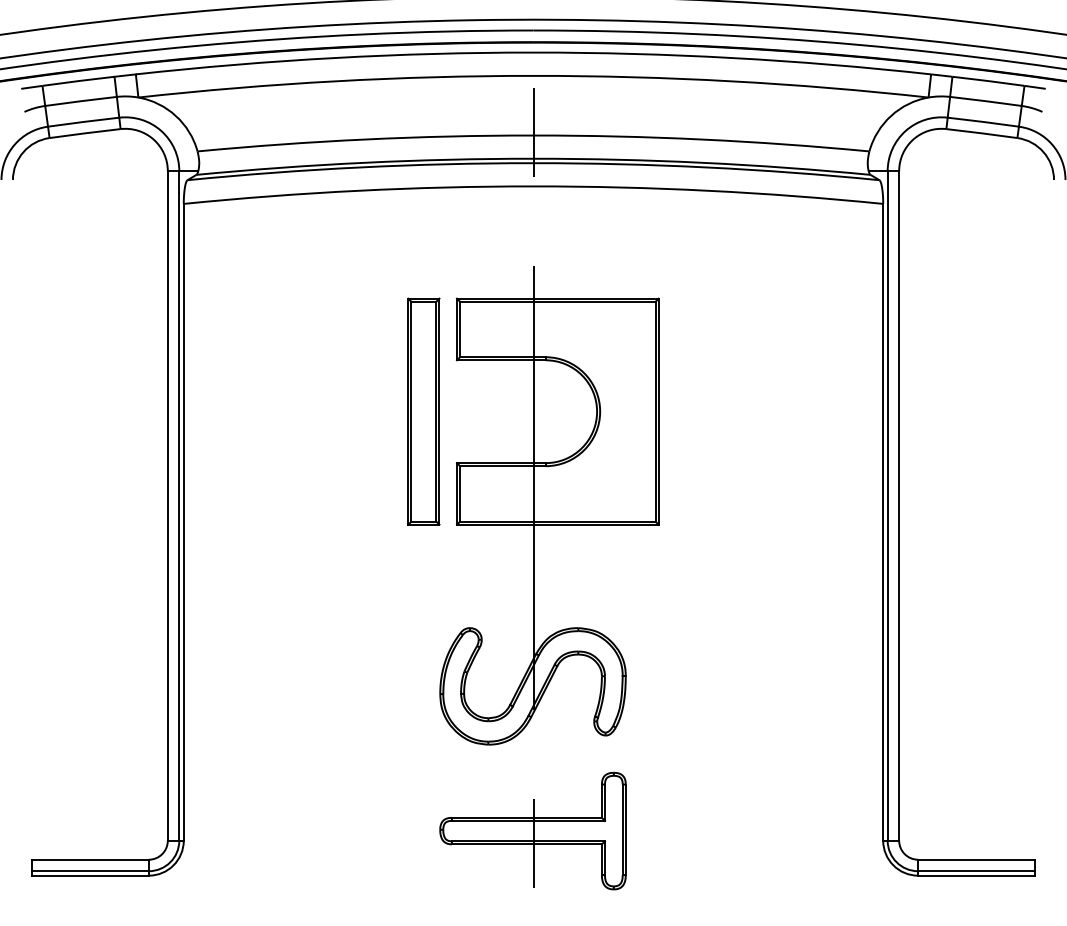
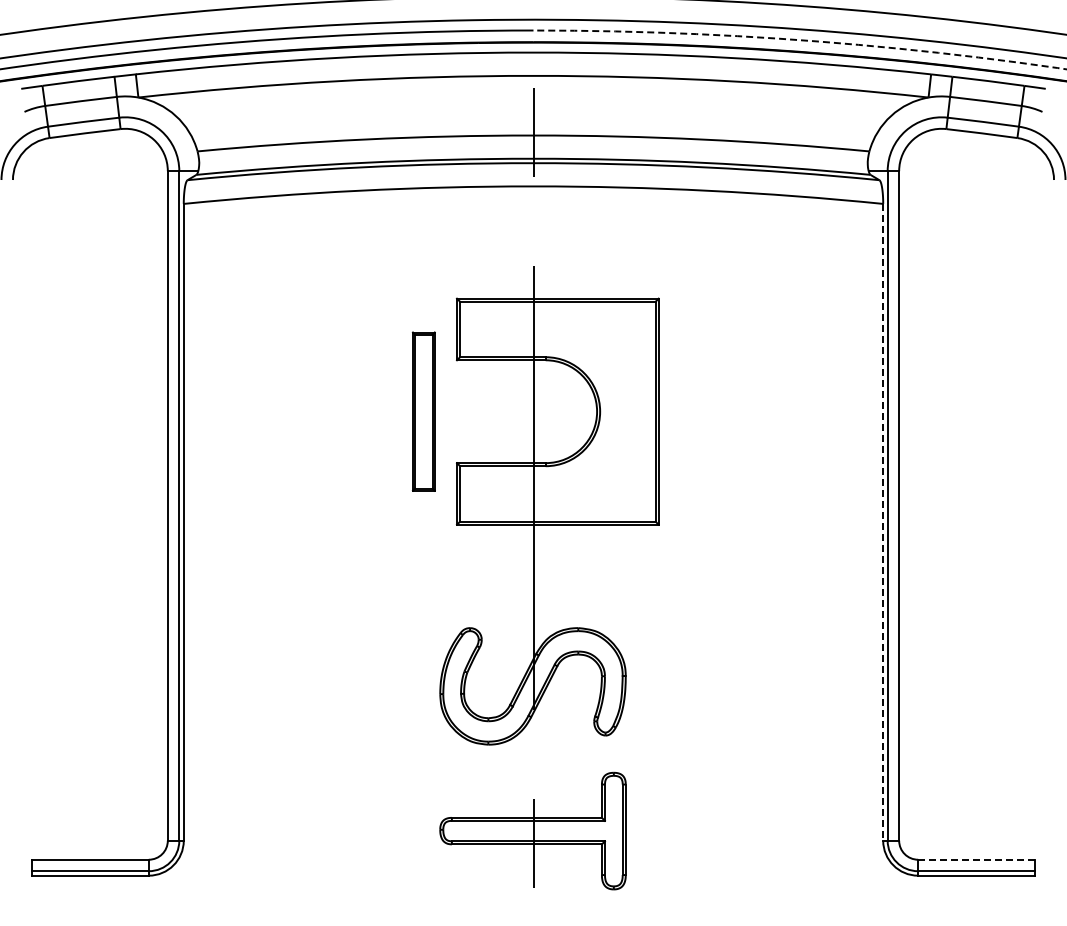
arc at (802, 40): solid -> dashed
part at (423, 411) size: 34x229 px -> 25x161 px
line at (883, 522): solid -> dashed
line at (977, 859): solid -> dashed
